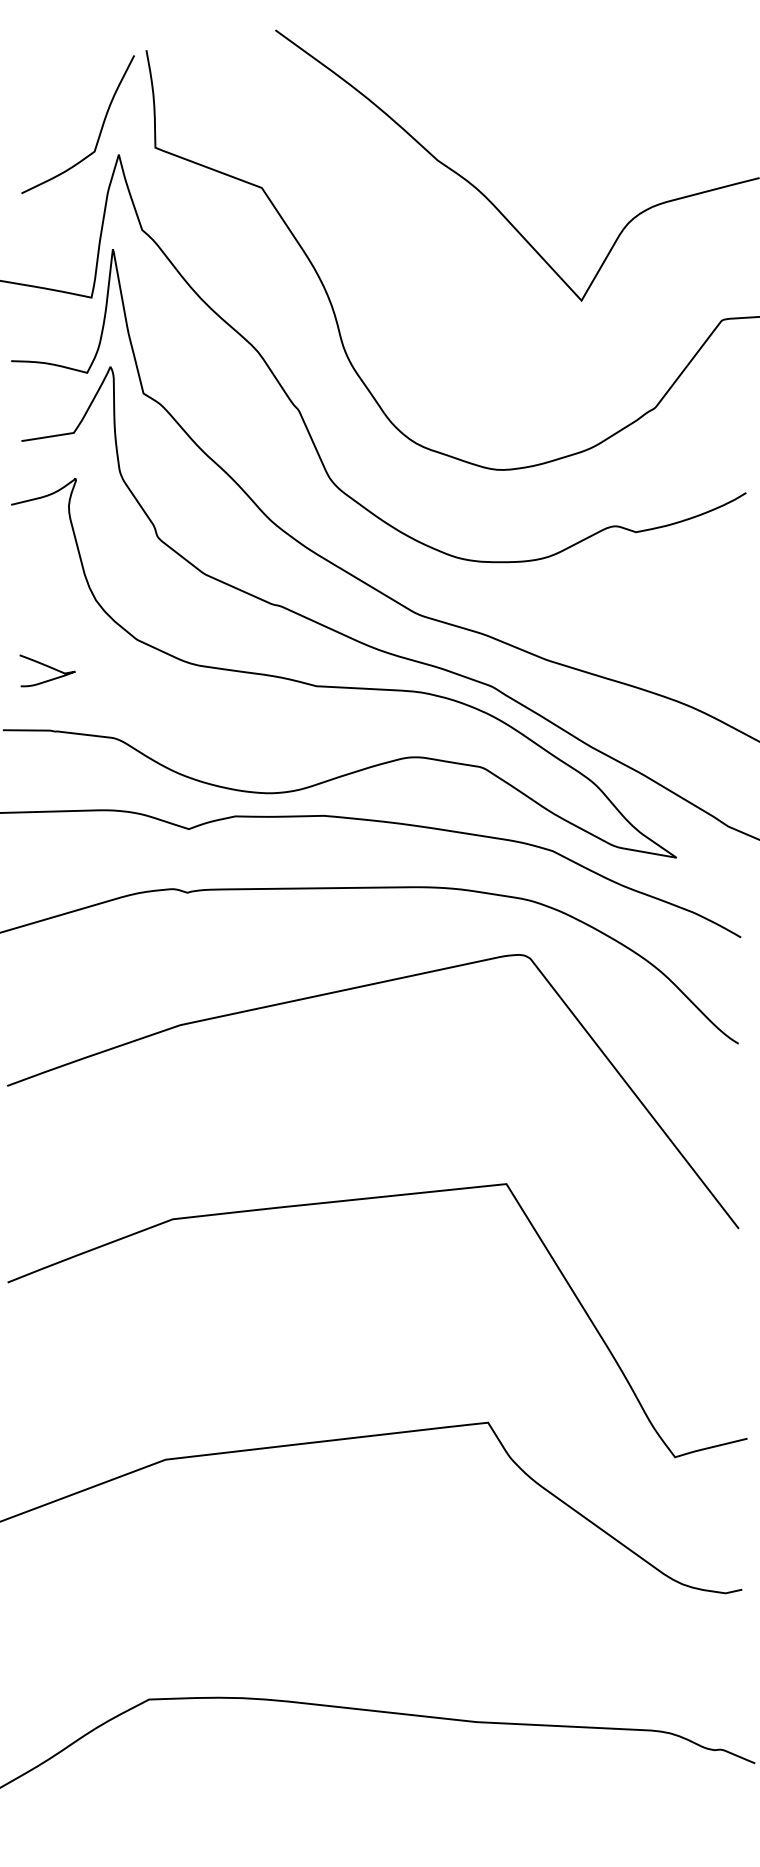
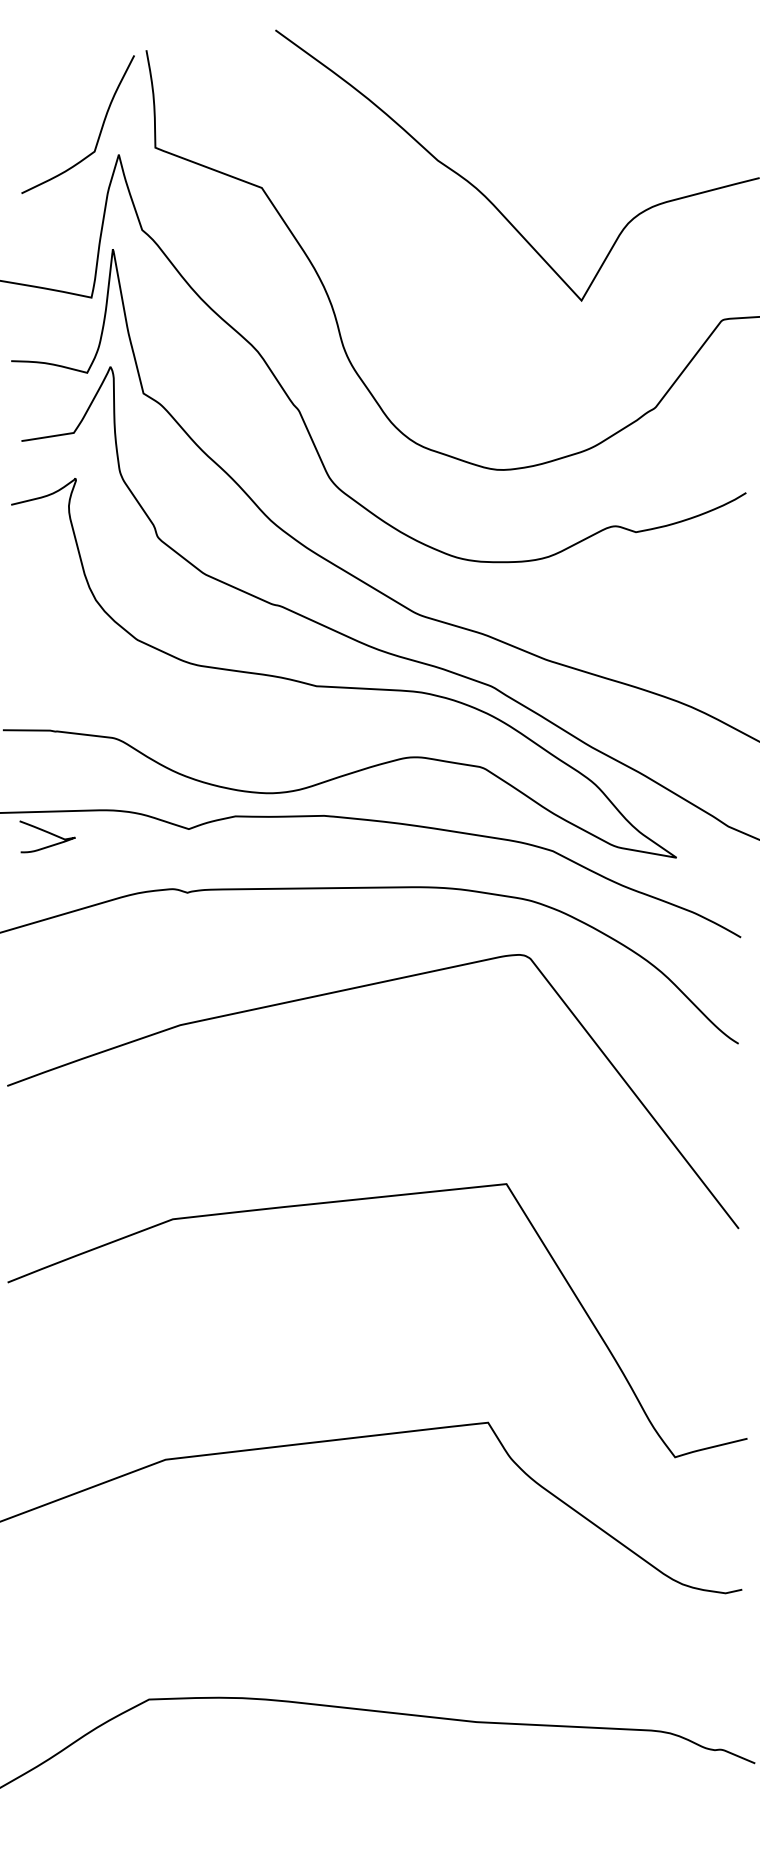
curve at (47, 667) position: (47, 667) -> (47, 833)
